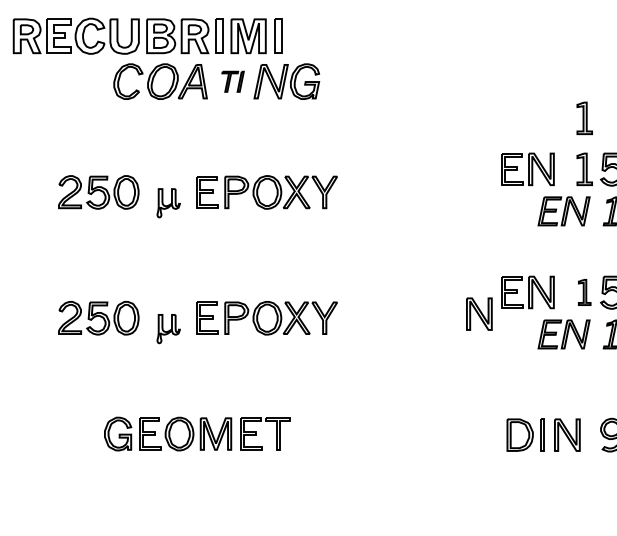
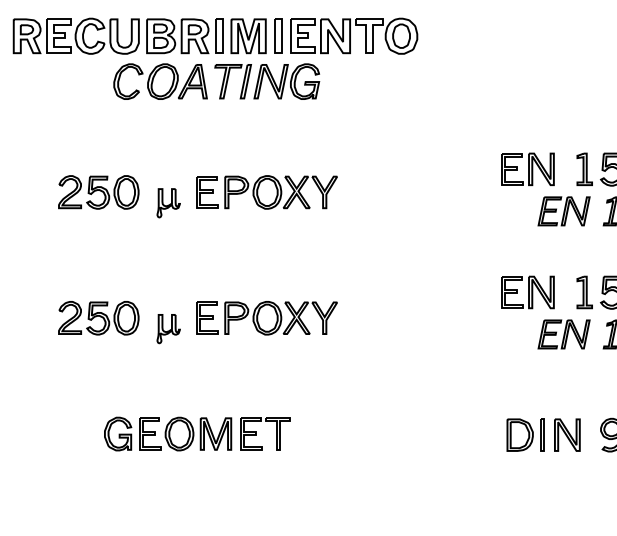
part at (354, 35): none -> present
part at (232, 81) size: 24x23 px -> 38x36 px
part at (584, 117): present -> none
part at (584, 292) size: 14x27 px -> 17x35 px
part at (479, 313): present -> none
